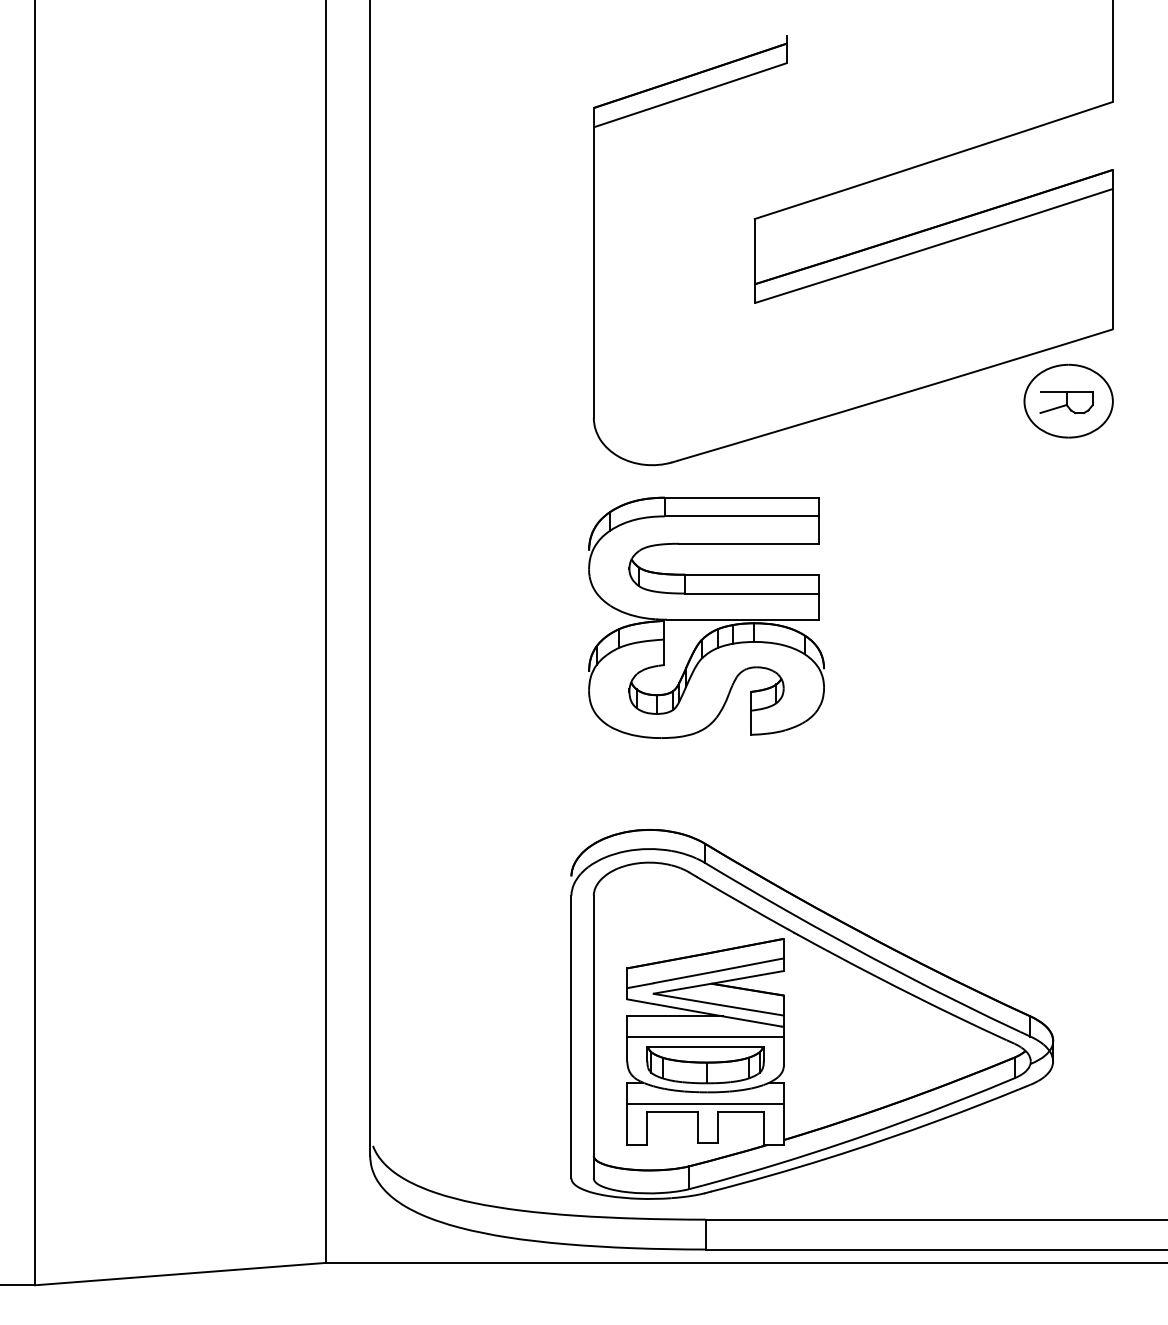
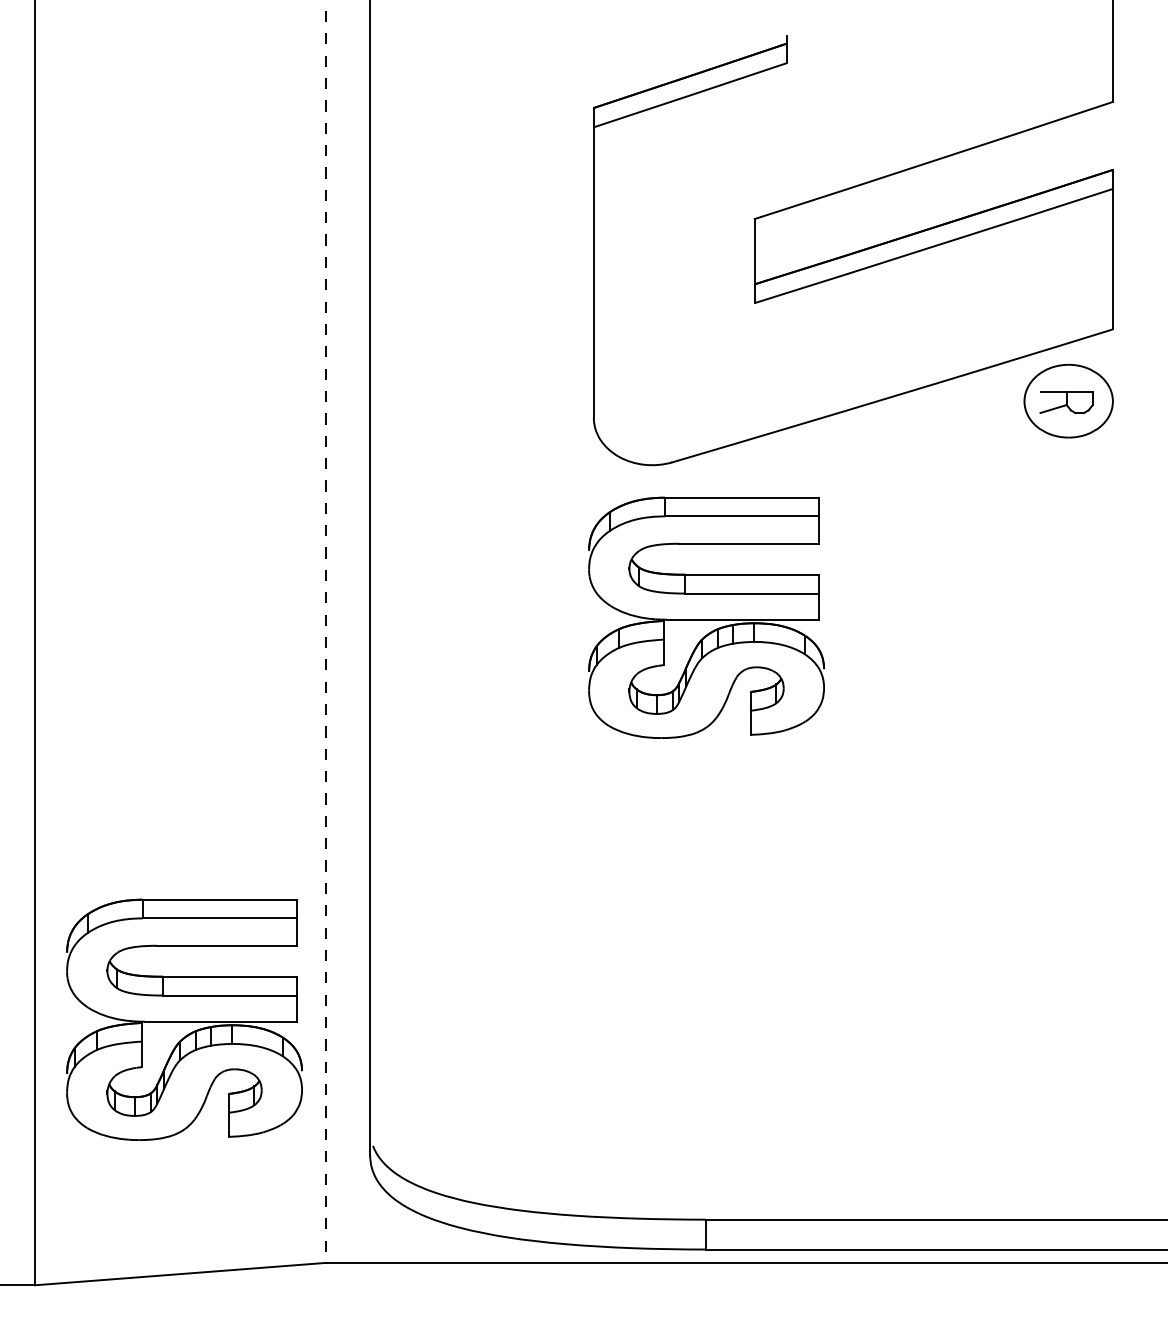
line at (325, 632): solid -> dashed
part at (812, 1014): present -> none
part at (184, 1019): none -> present
